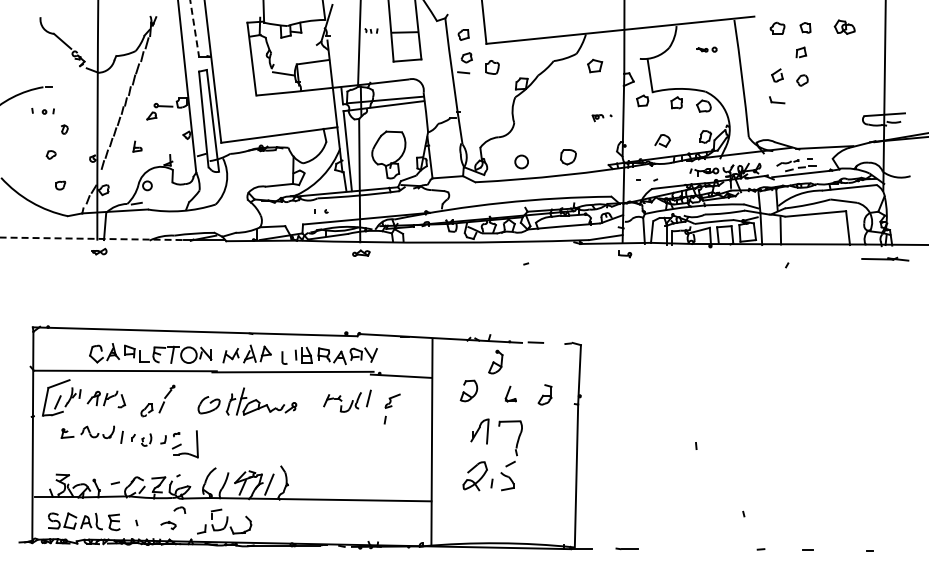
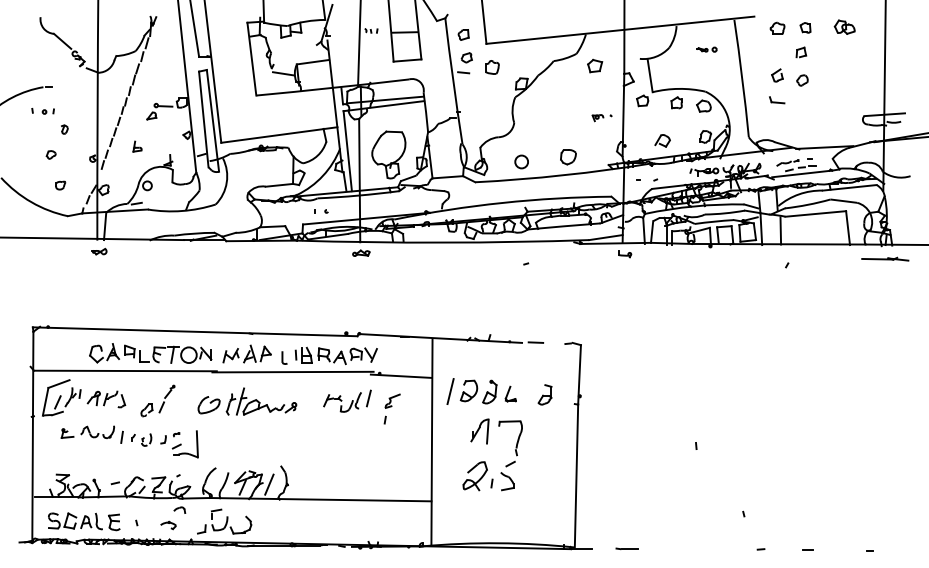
line at (194, 29): dashed -> solid
line at (92, 238): dashed -> solid
part at (495, 361) position: (495, 361) -> (489, 391)
line at (450, 391): none -> present
